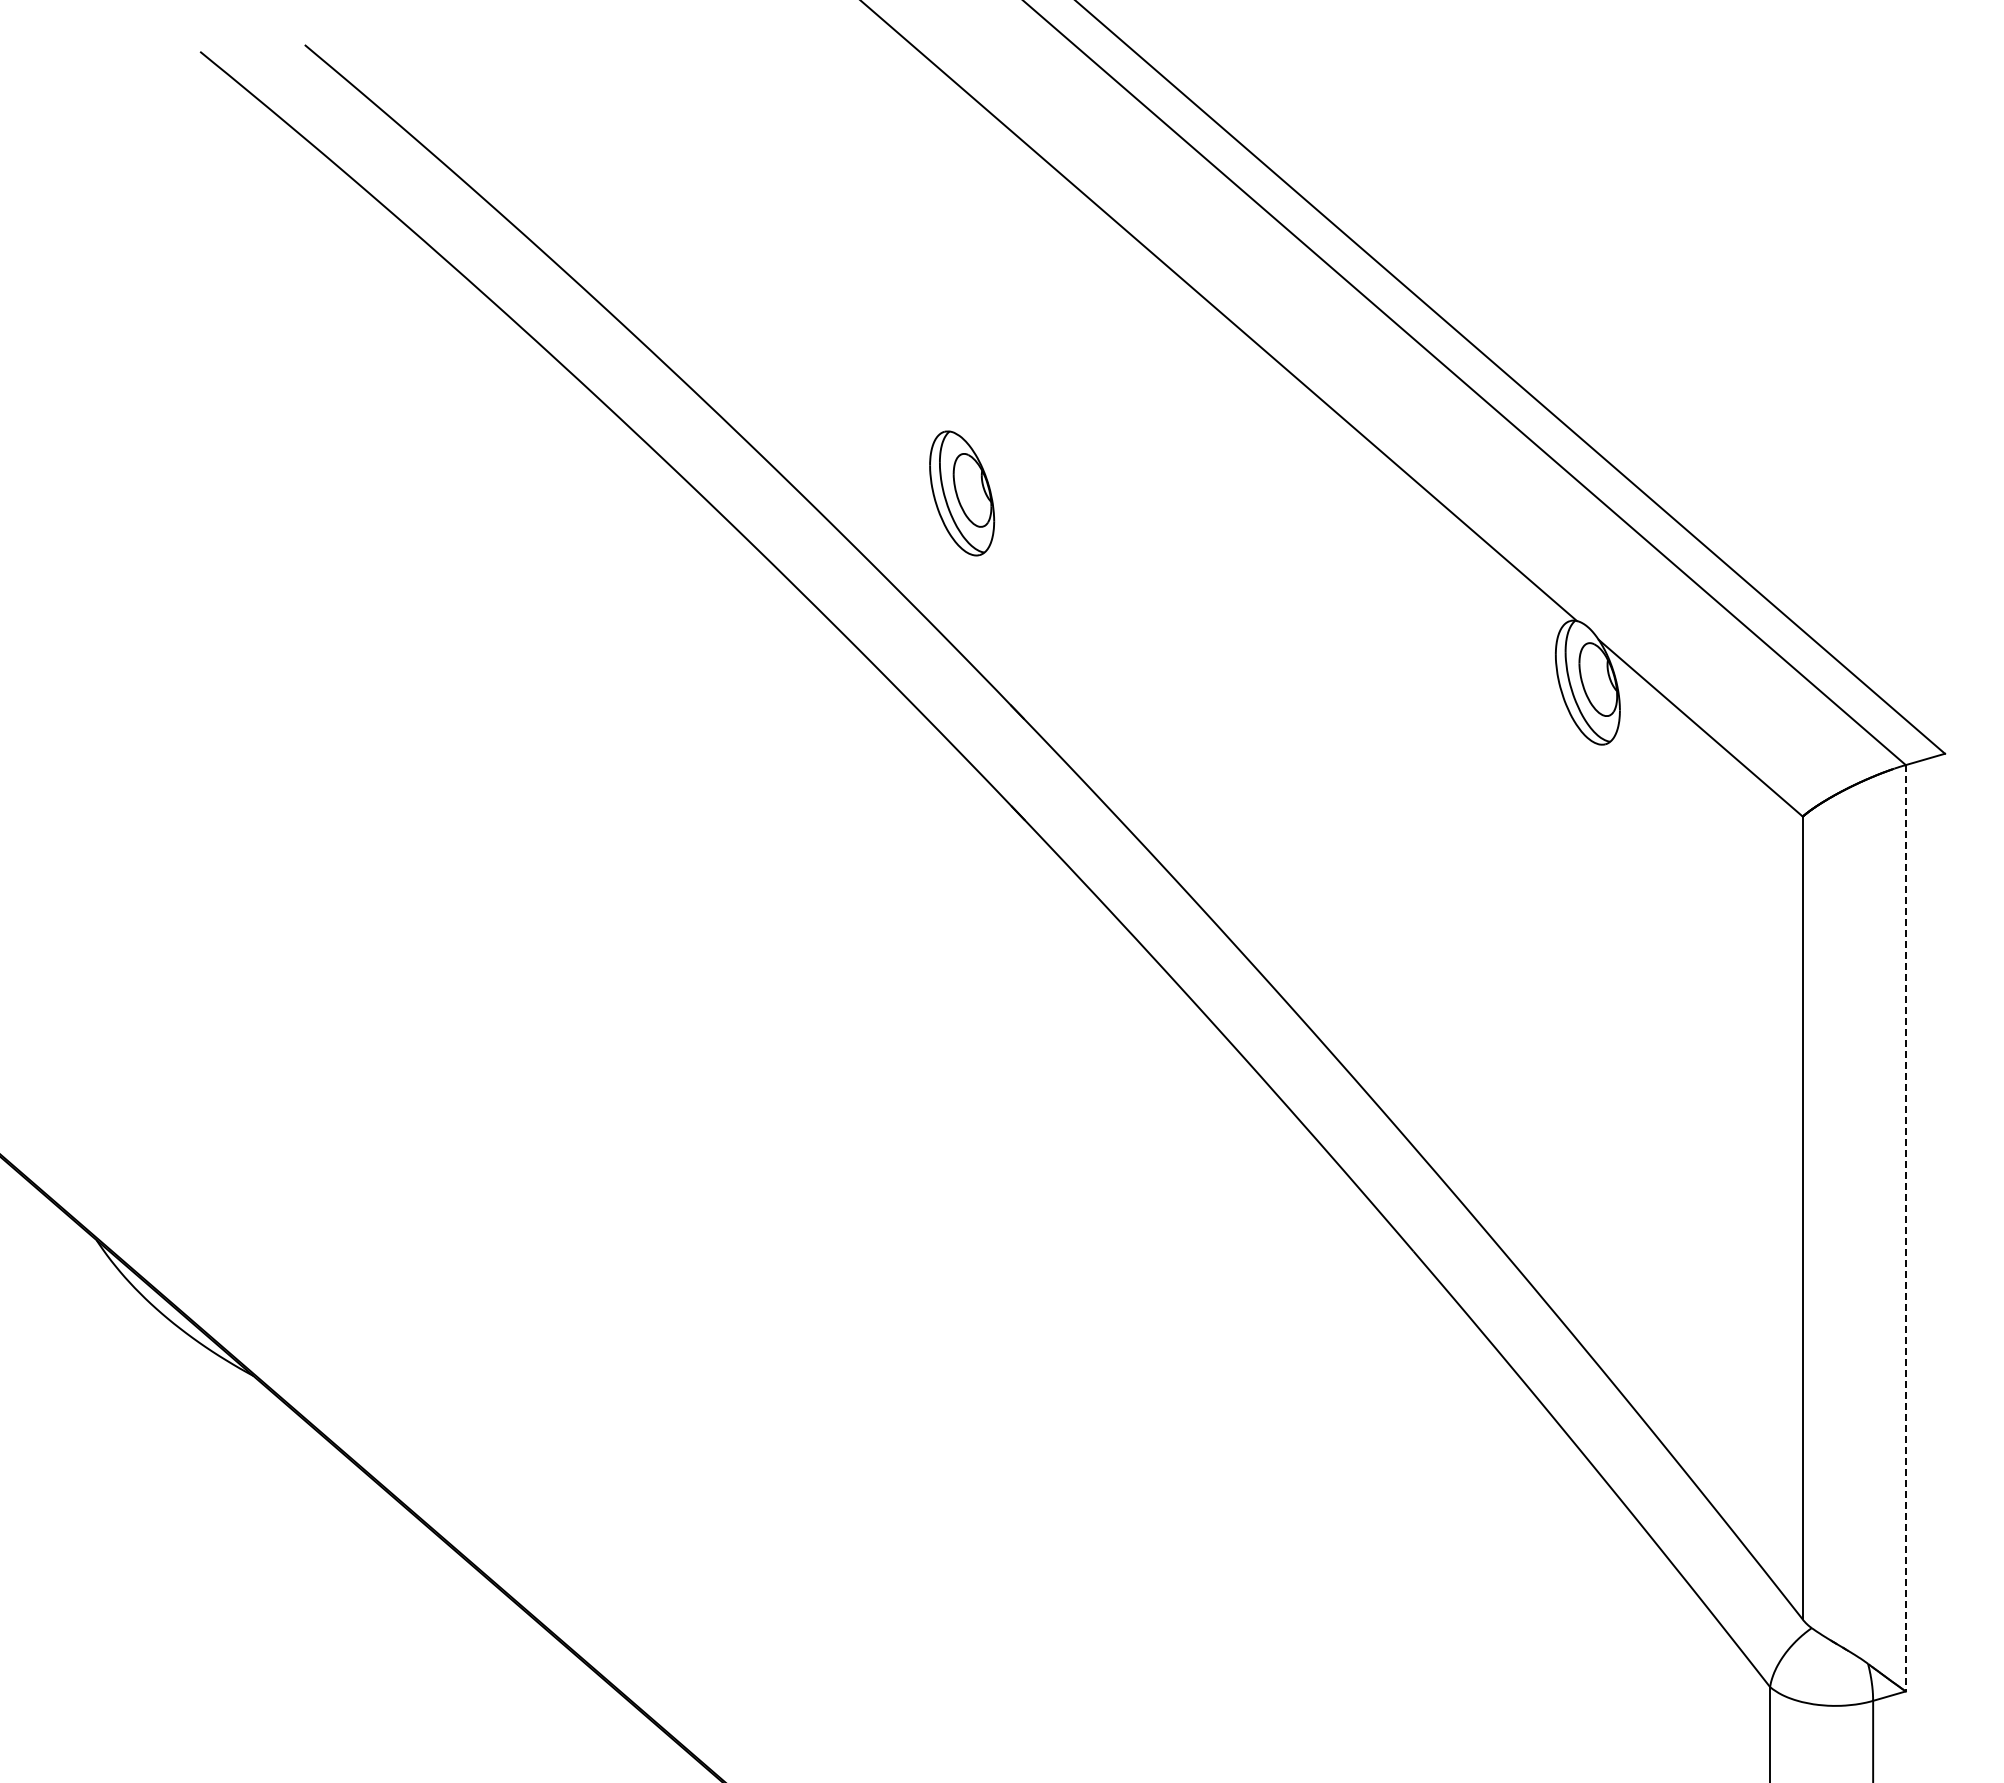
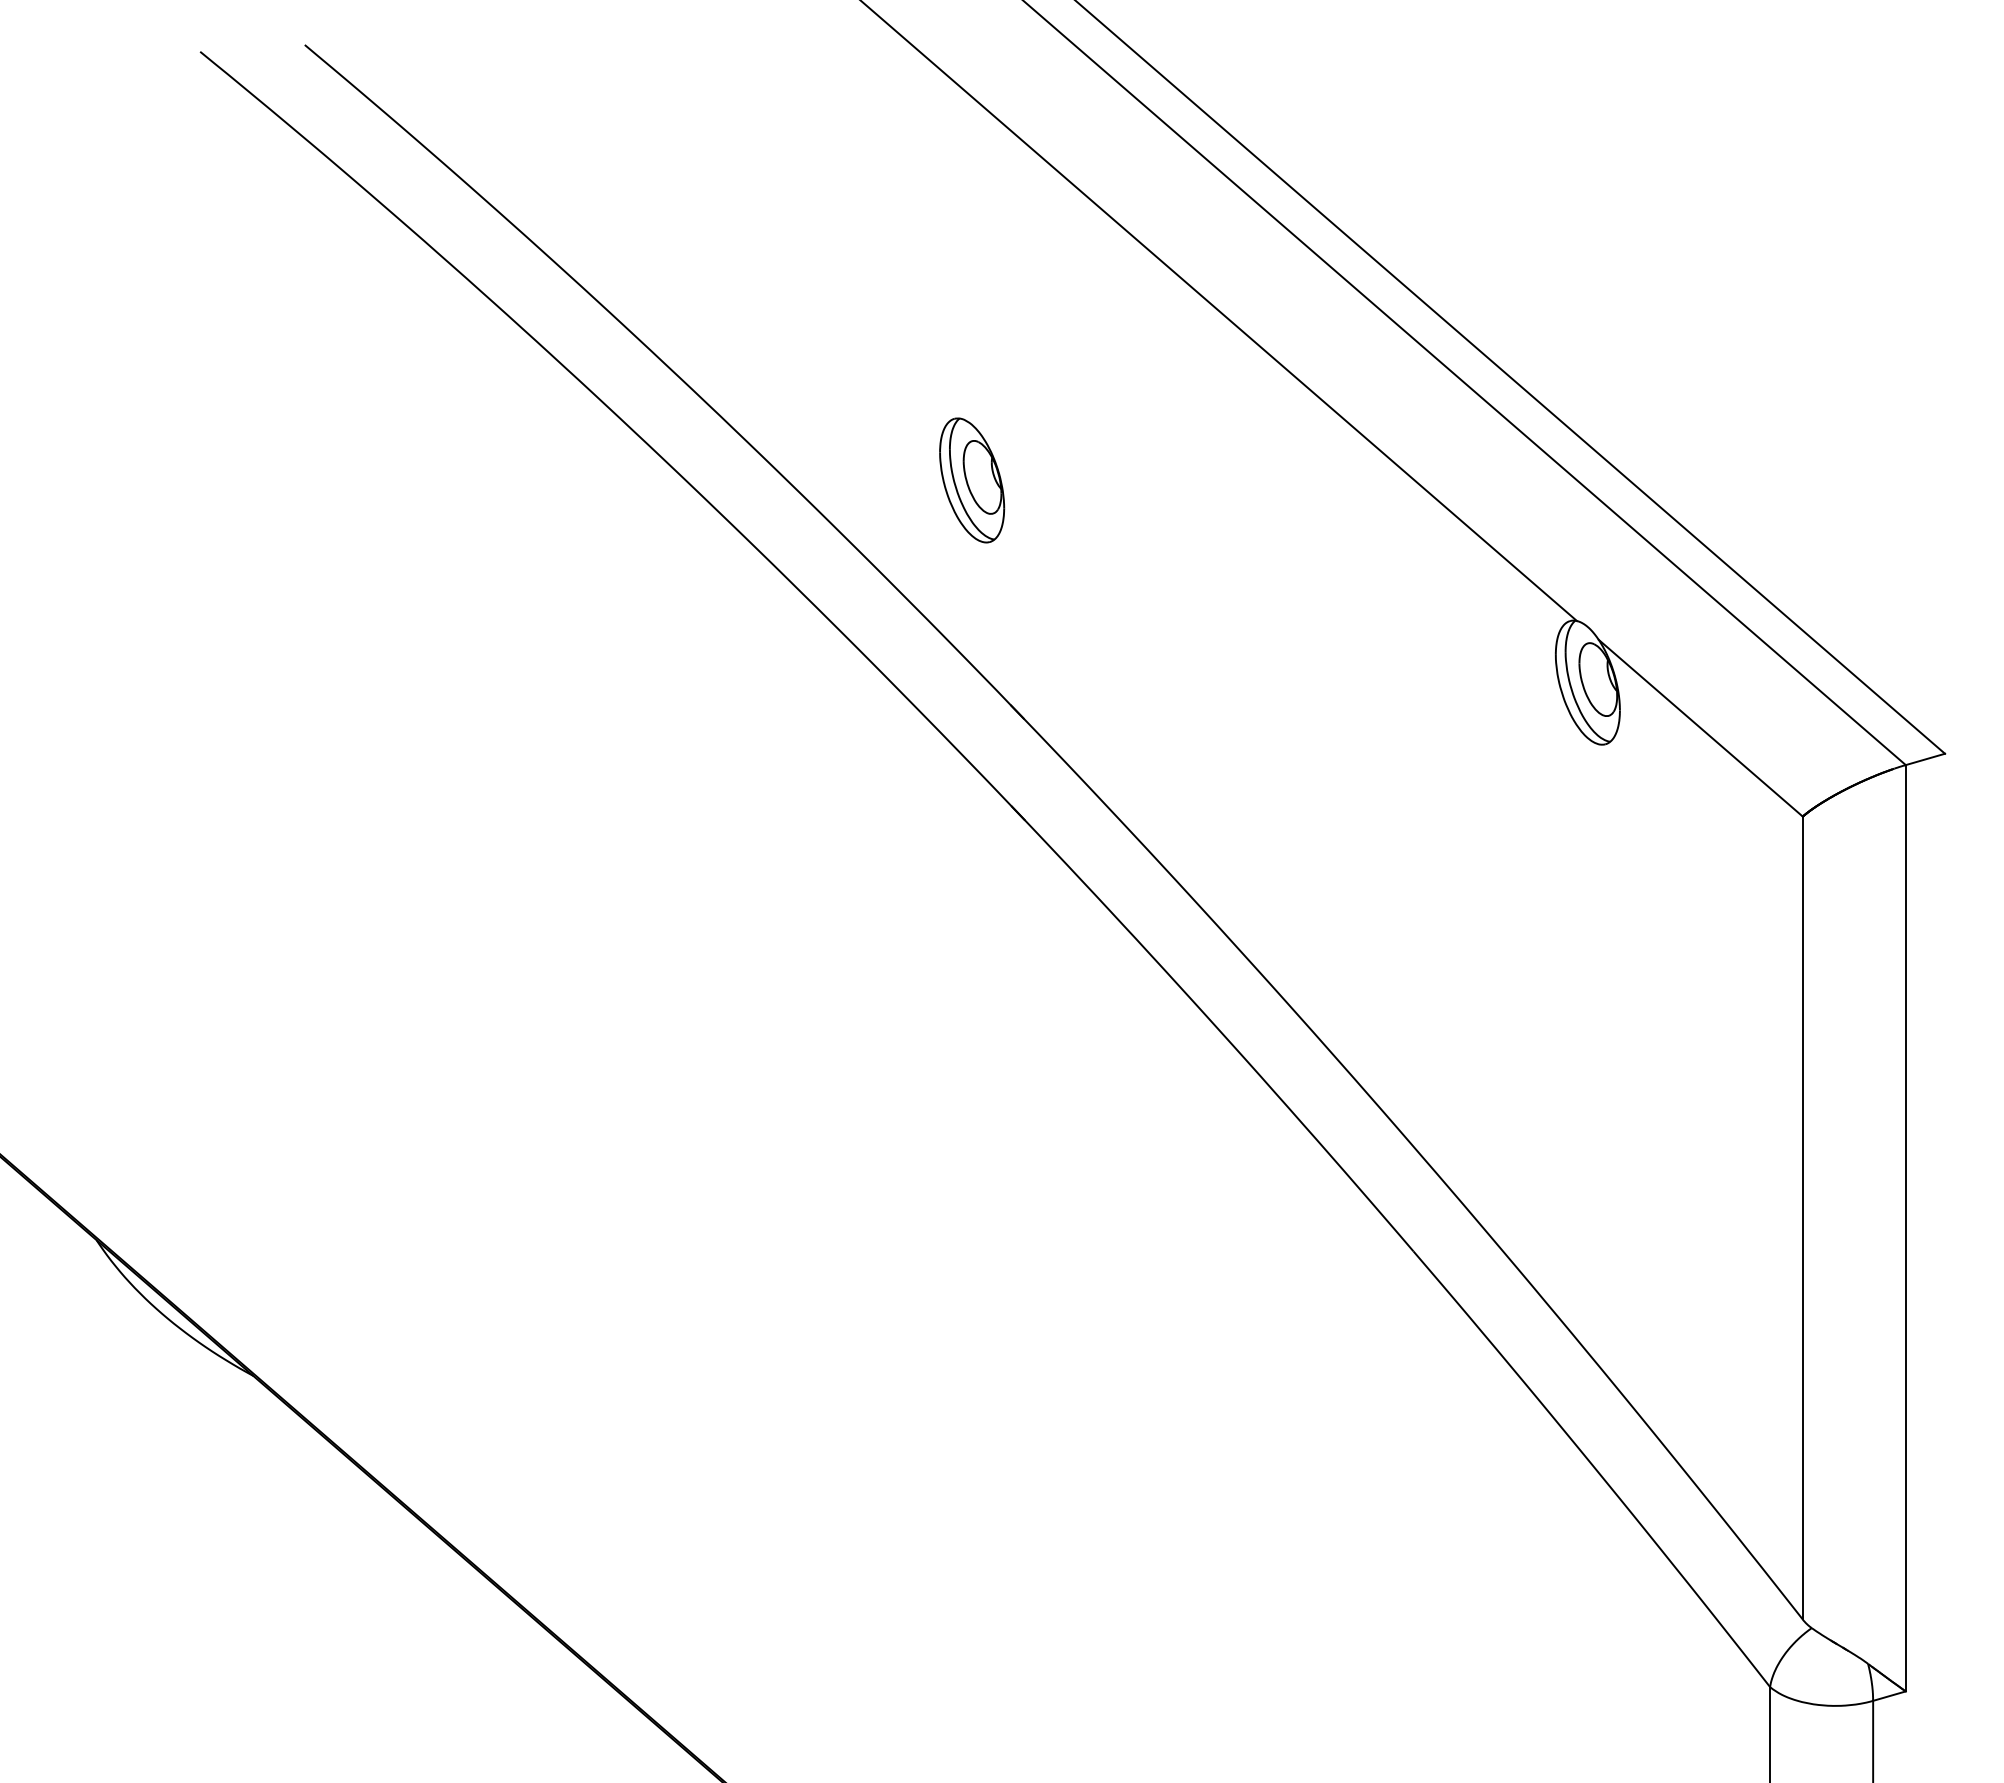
part at (962, 493) position: (962, 493) -> (972, 480)
line at (1905, 1228): dashed -> solid
